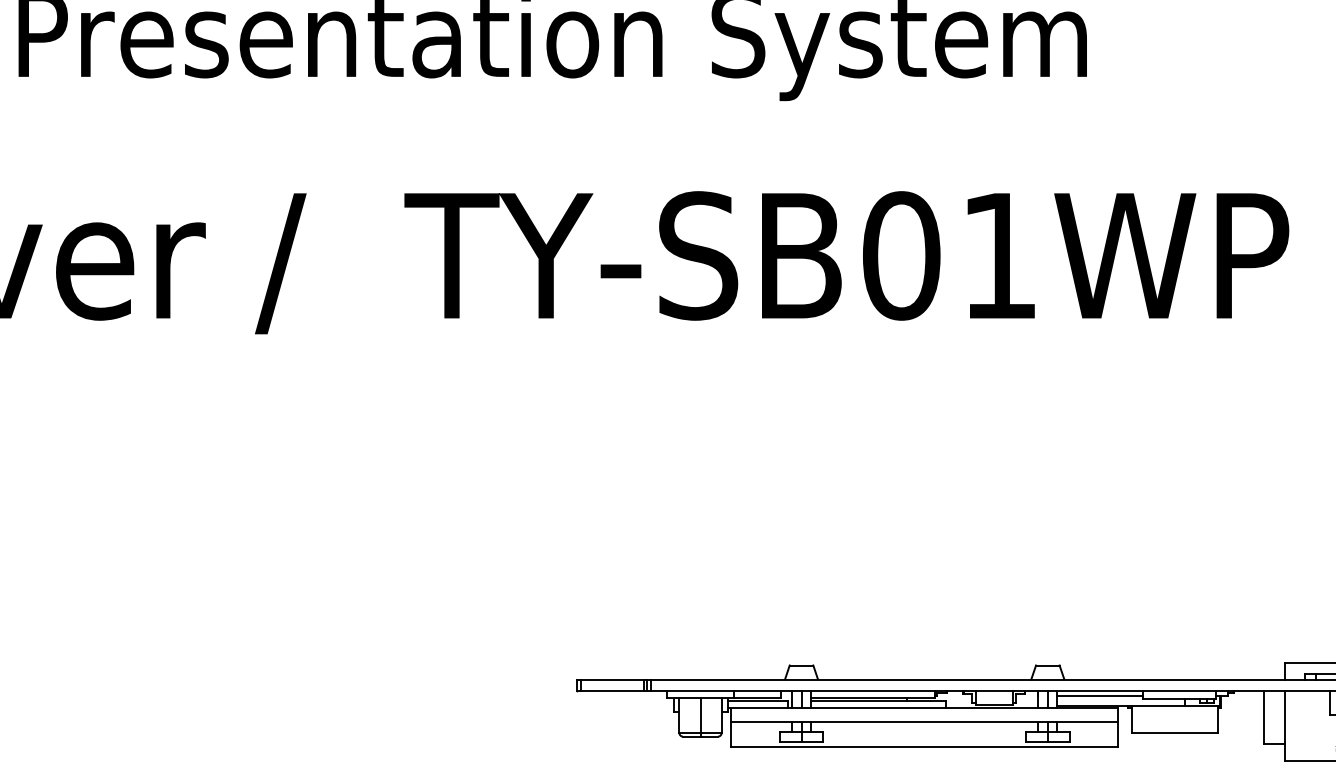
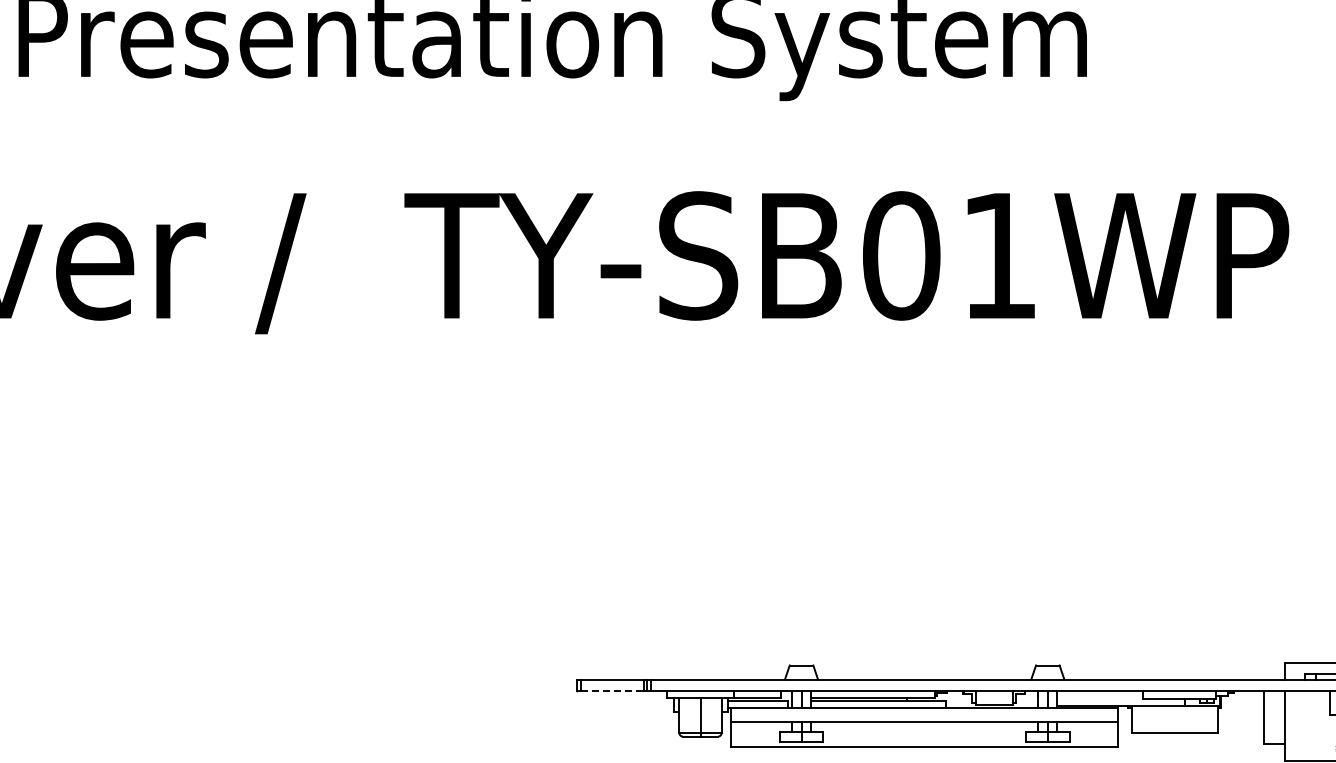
line at (612, 690): solid -> dashed
line at (1100, 696): present -> none
